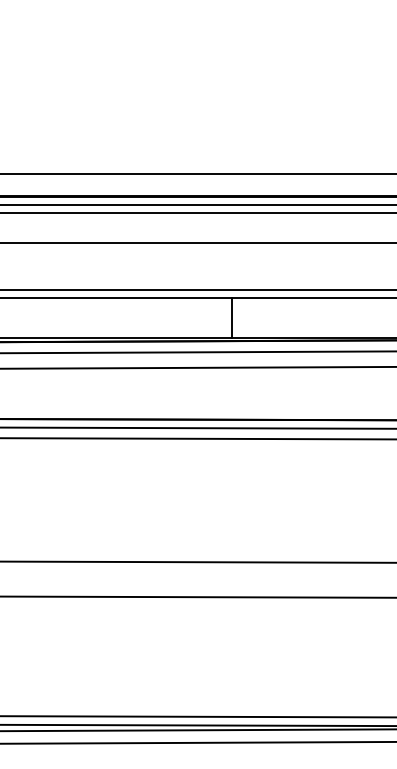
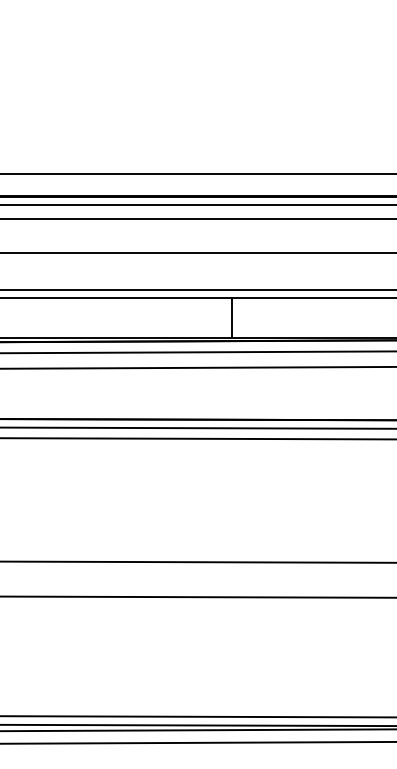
line at (197, 212) position: (197, 212) -> (197, 218)
line at (197, 243) position: (197, 243) -> (197, 253)
